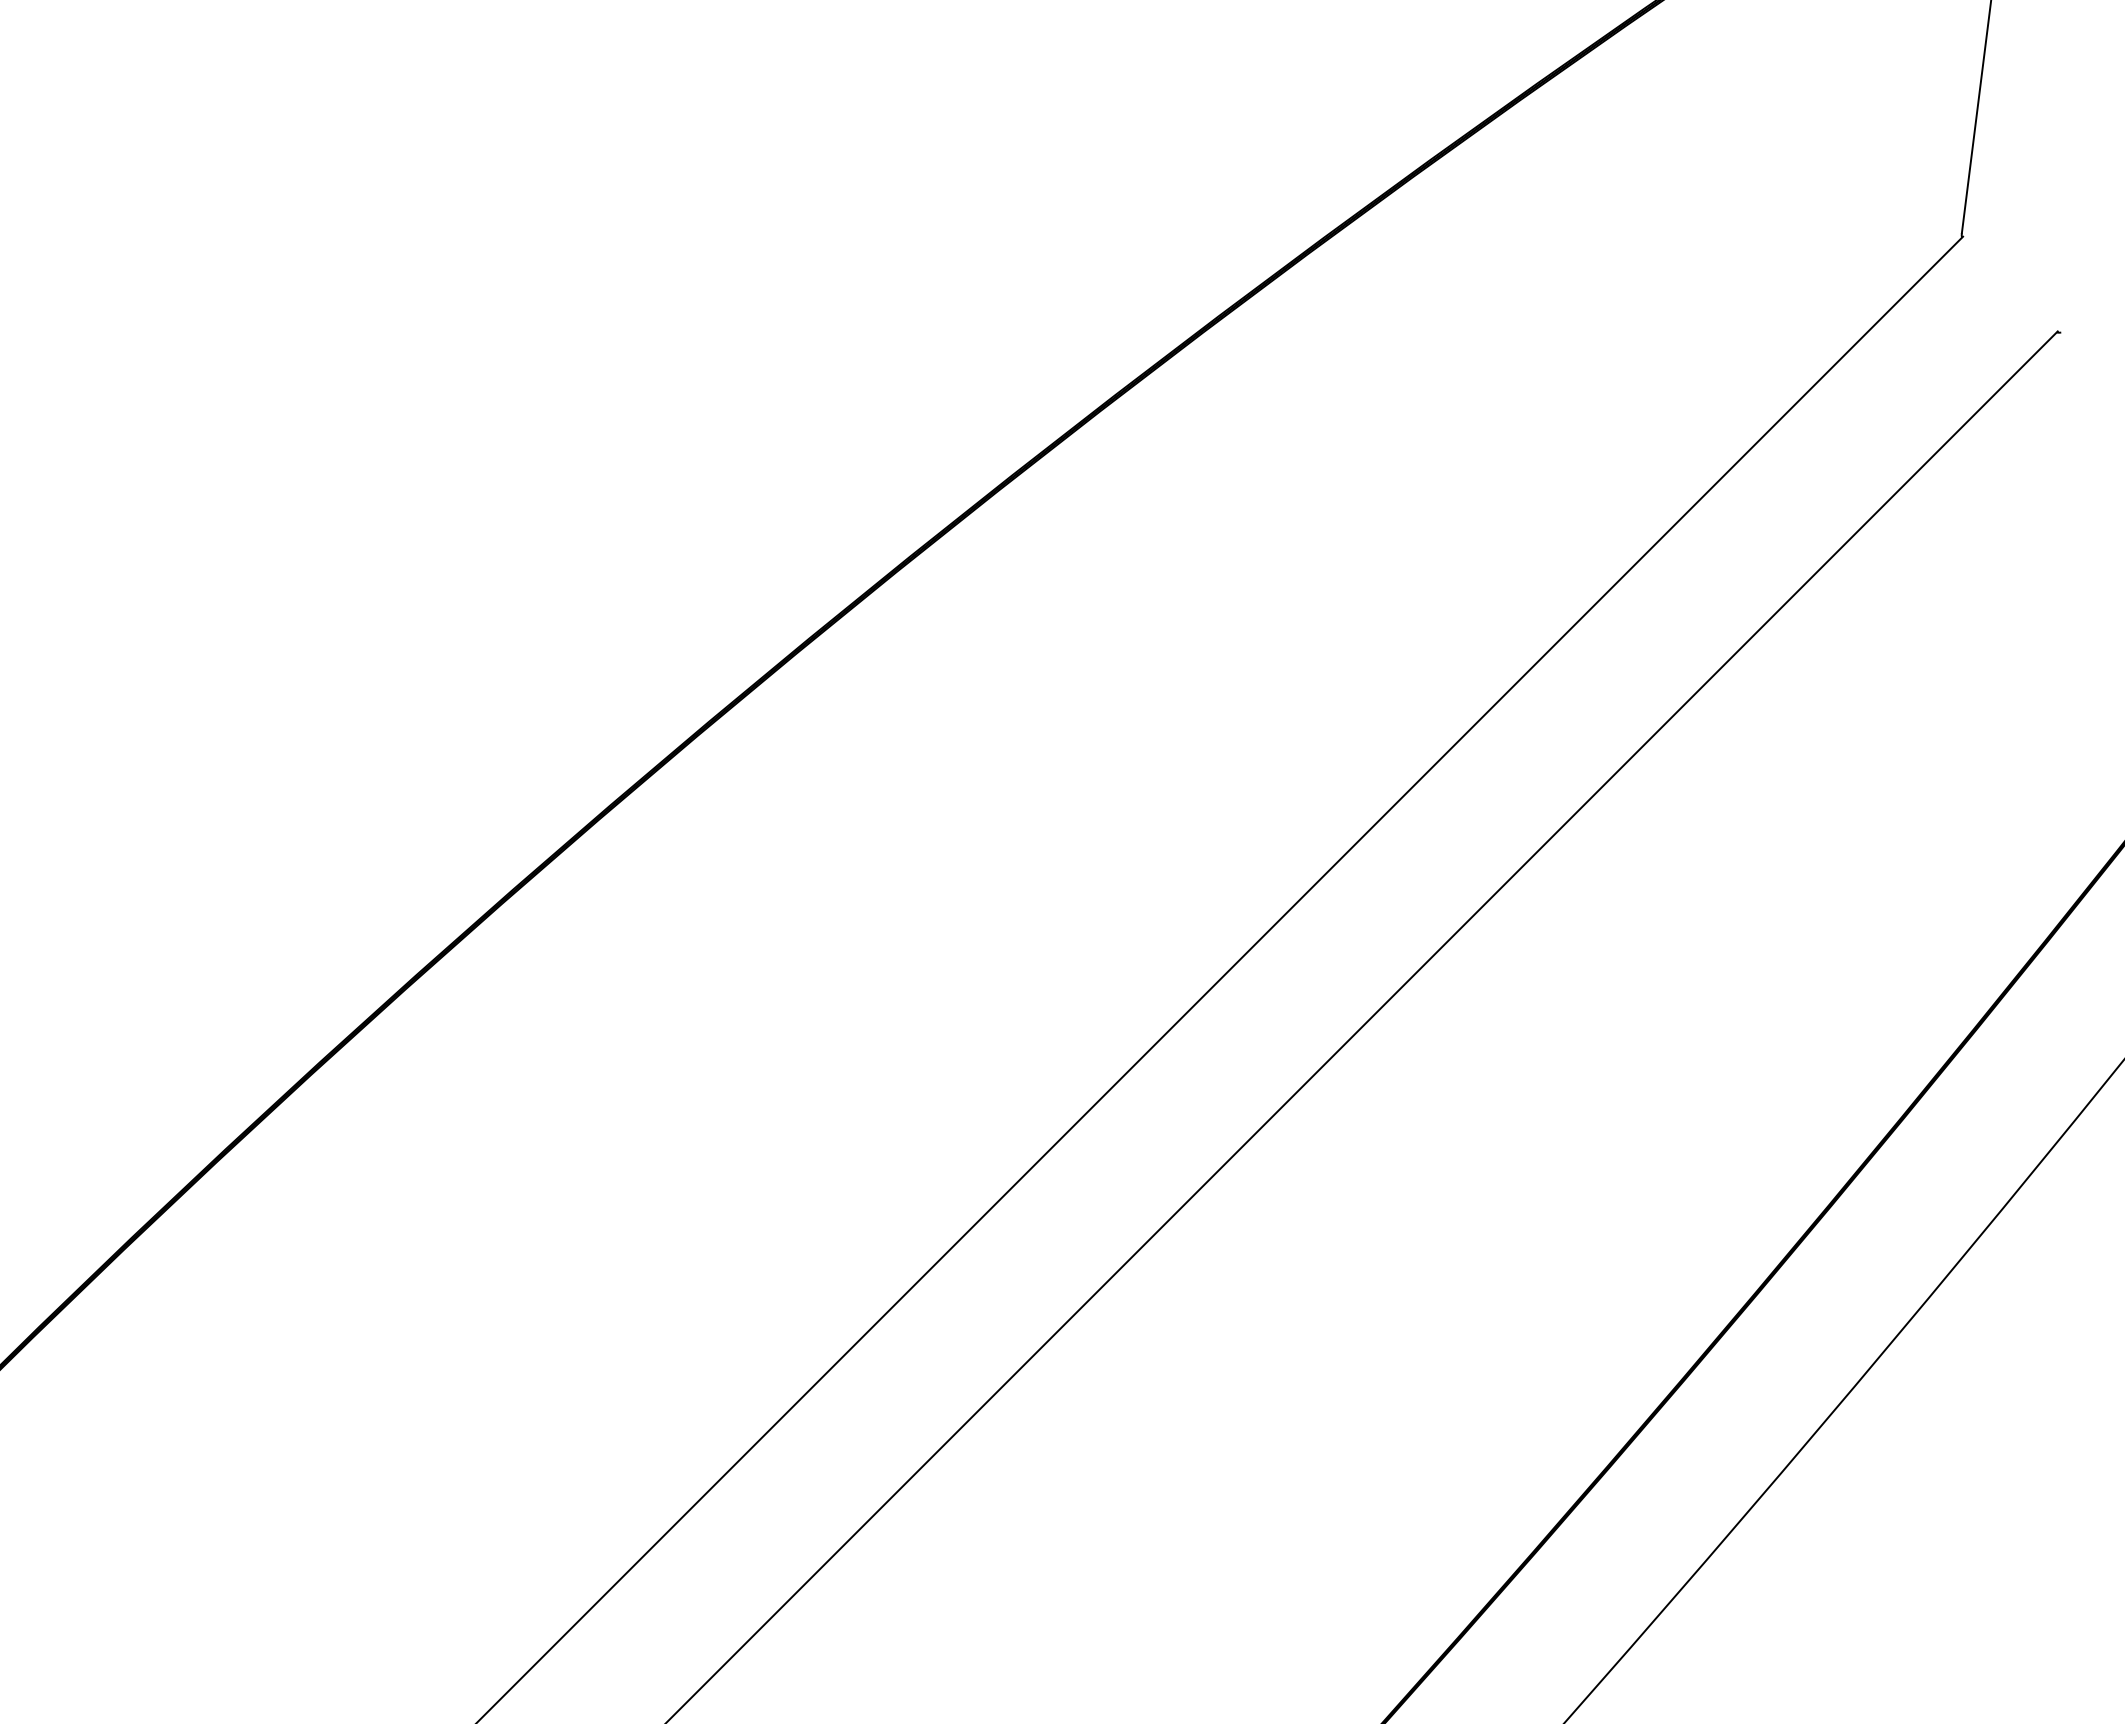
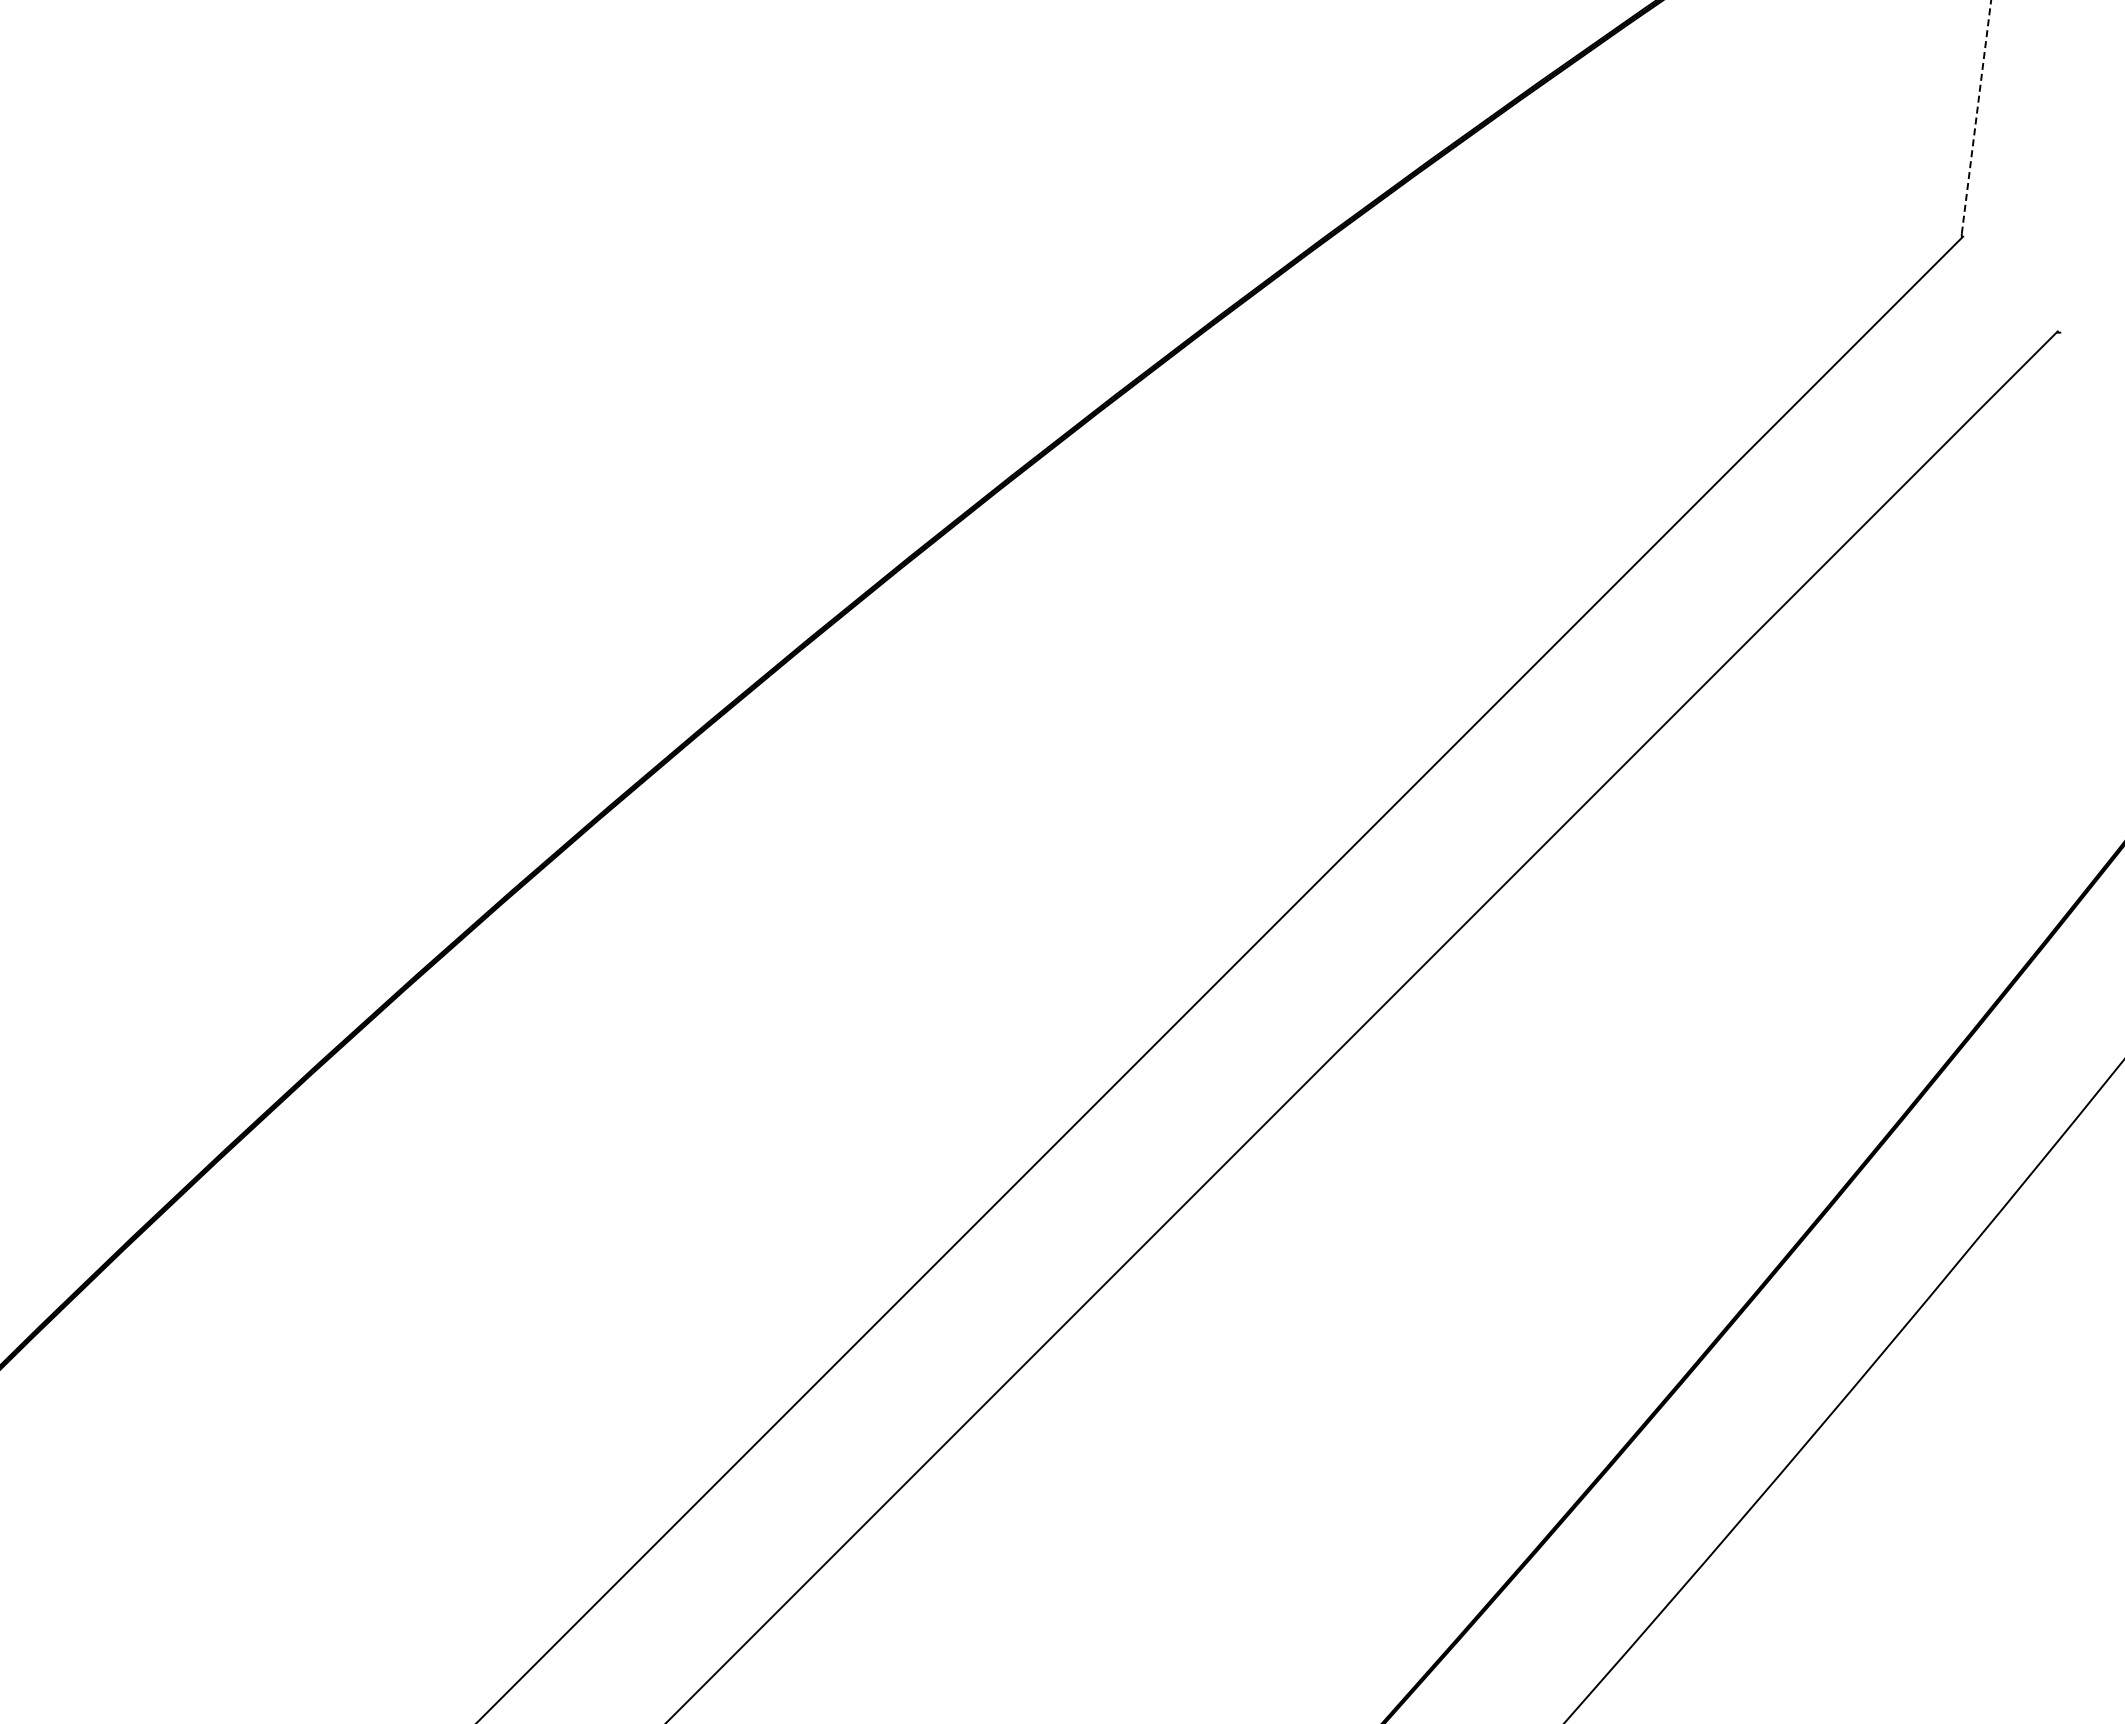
line at (1976, 117): solid -> dashed
